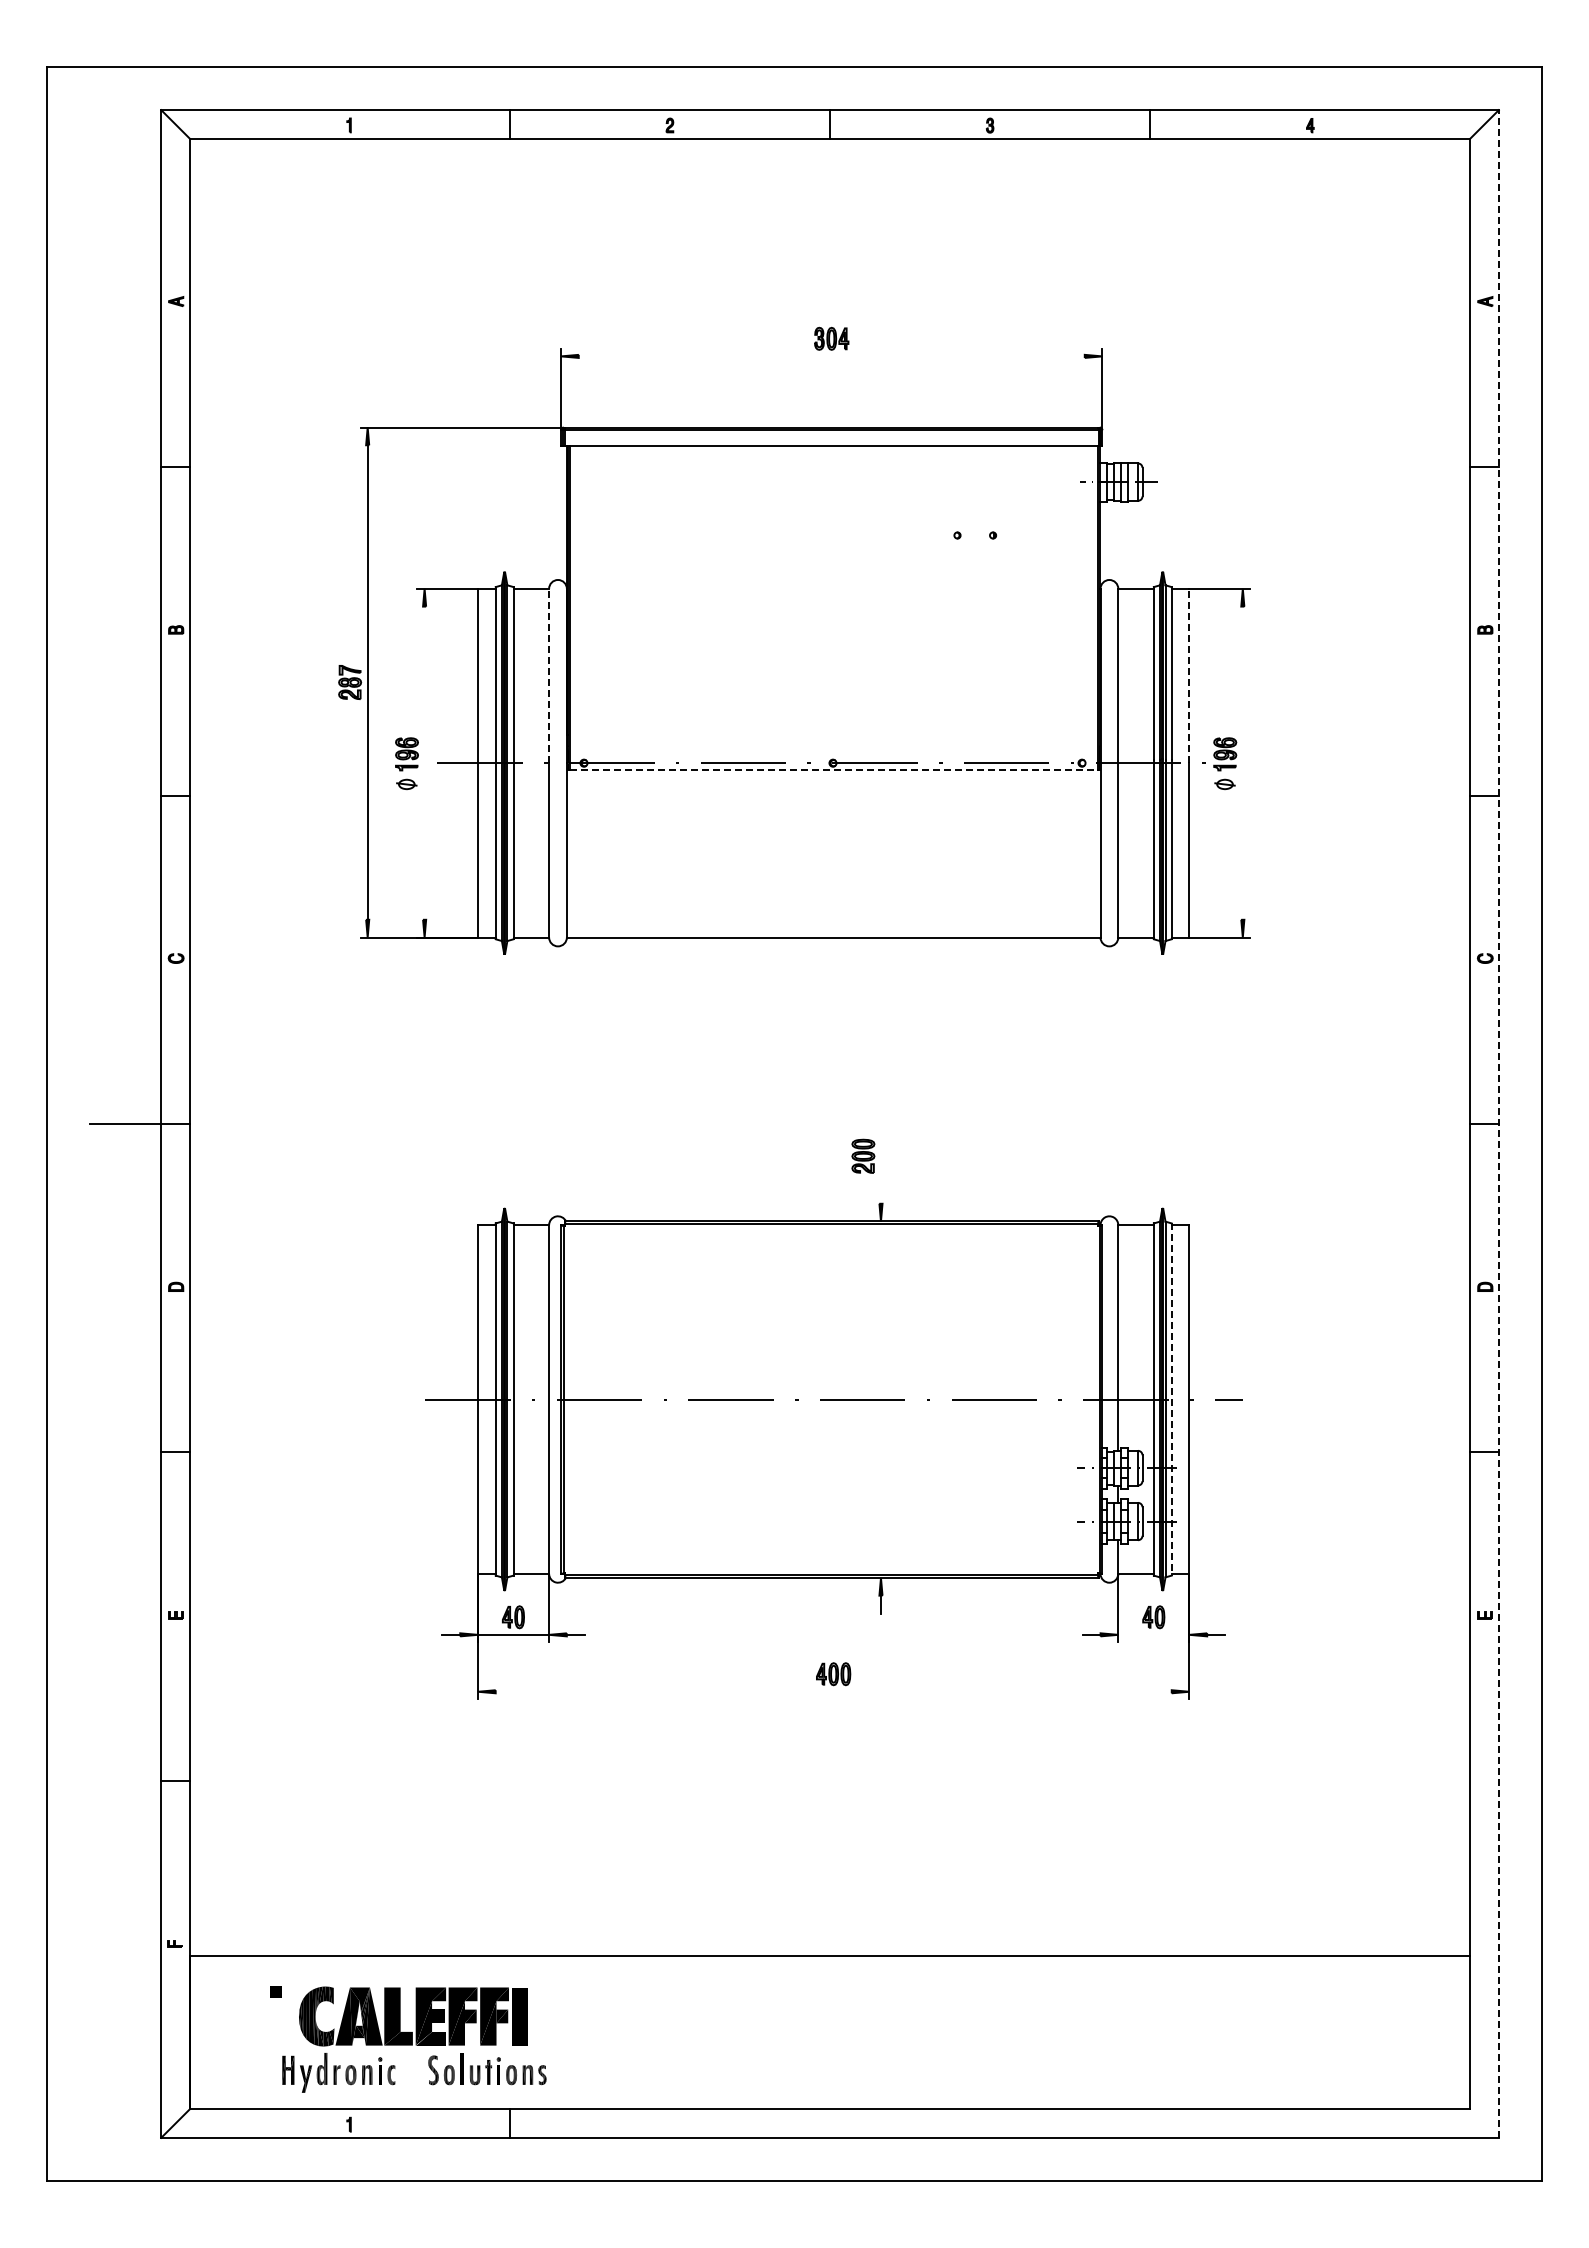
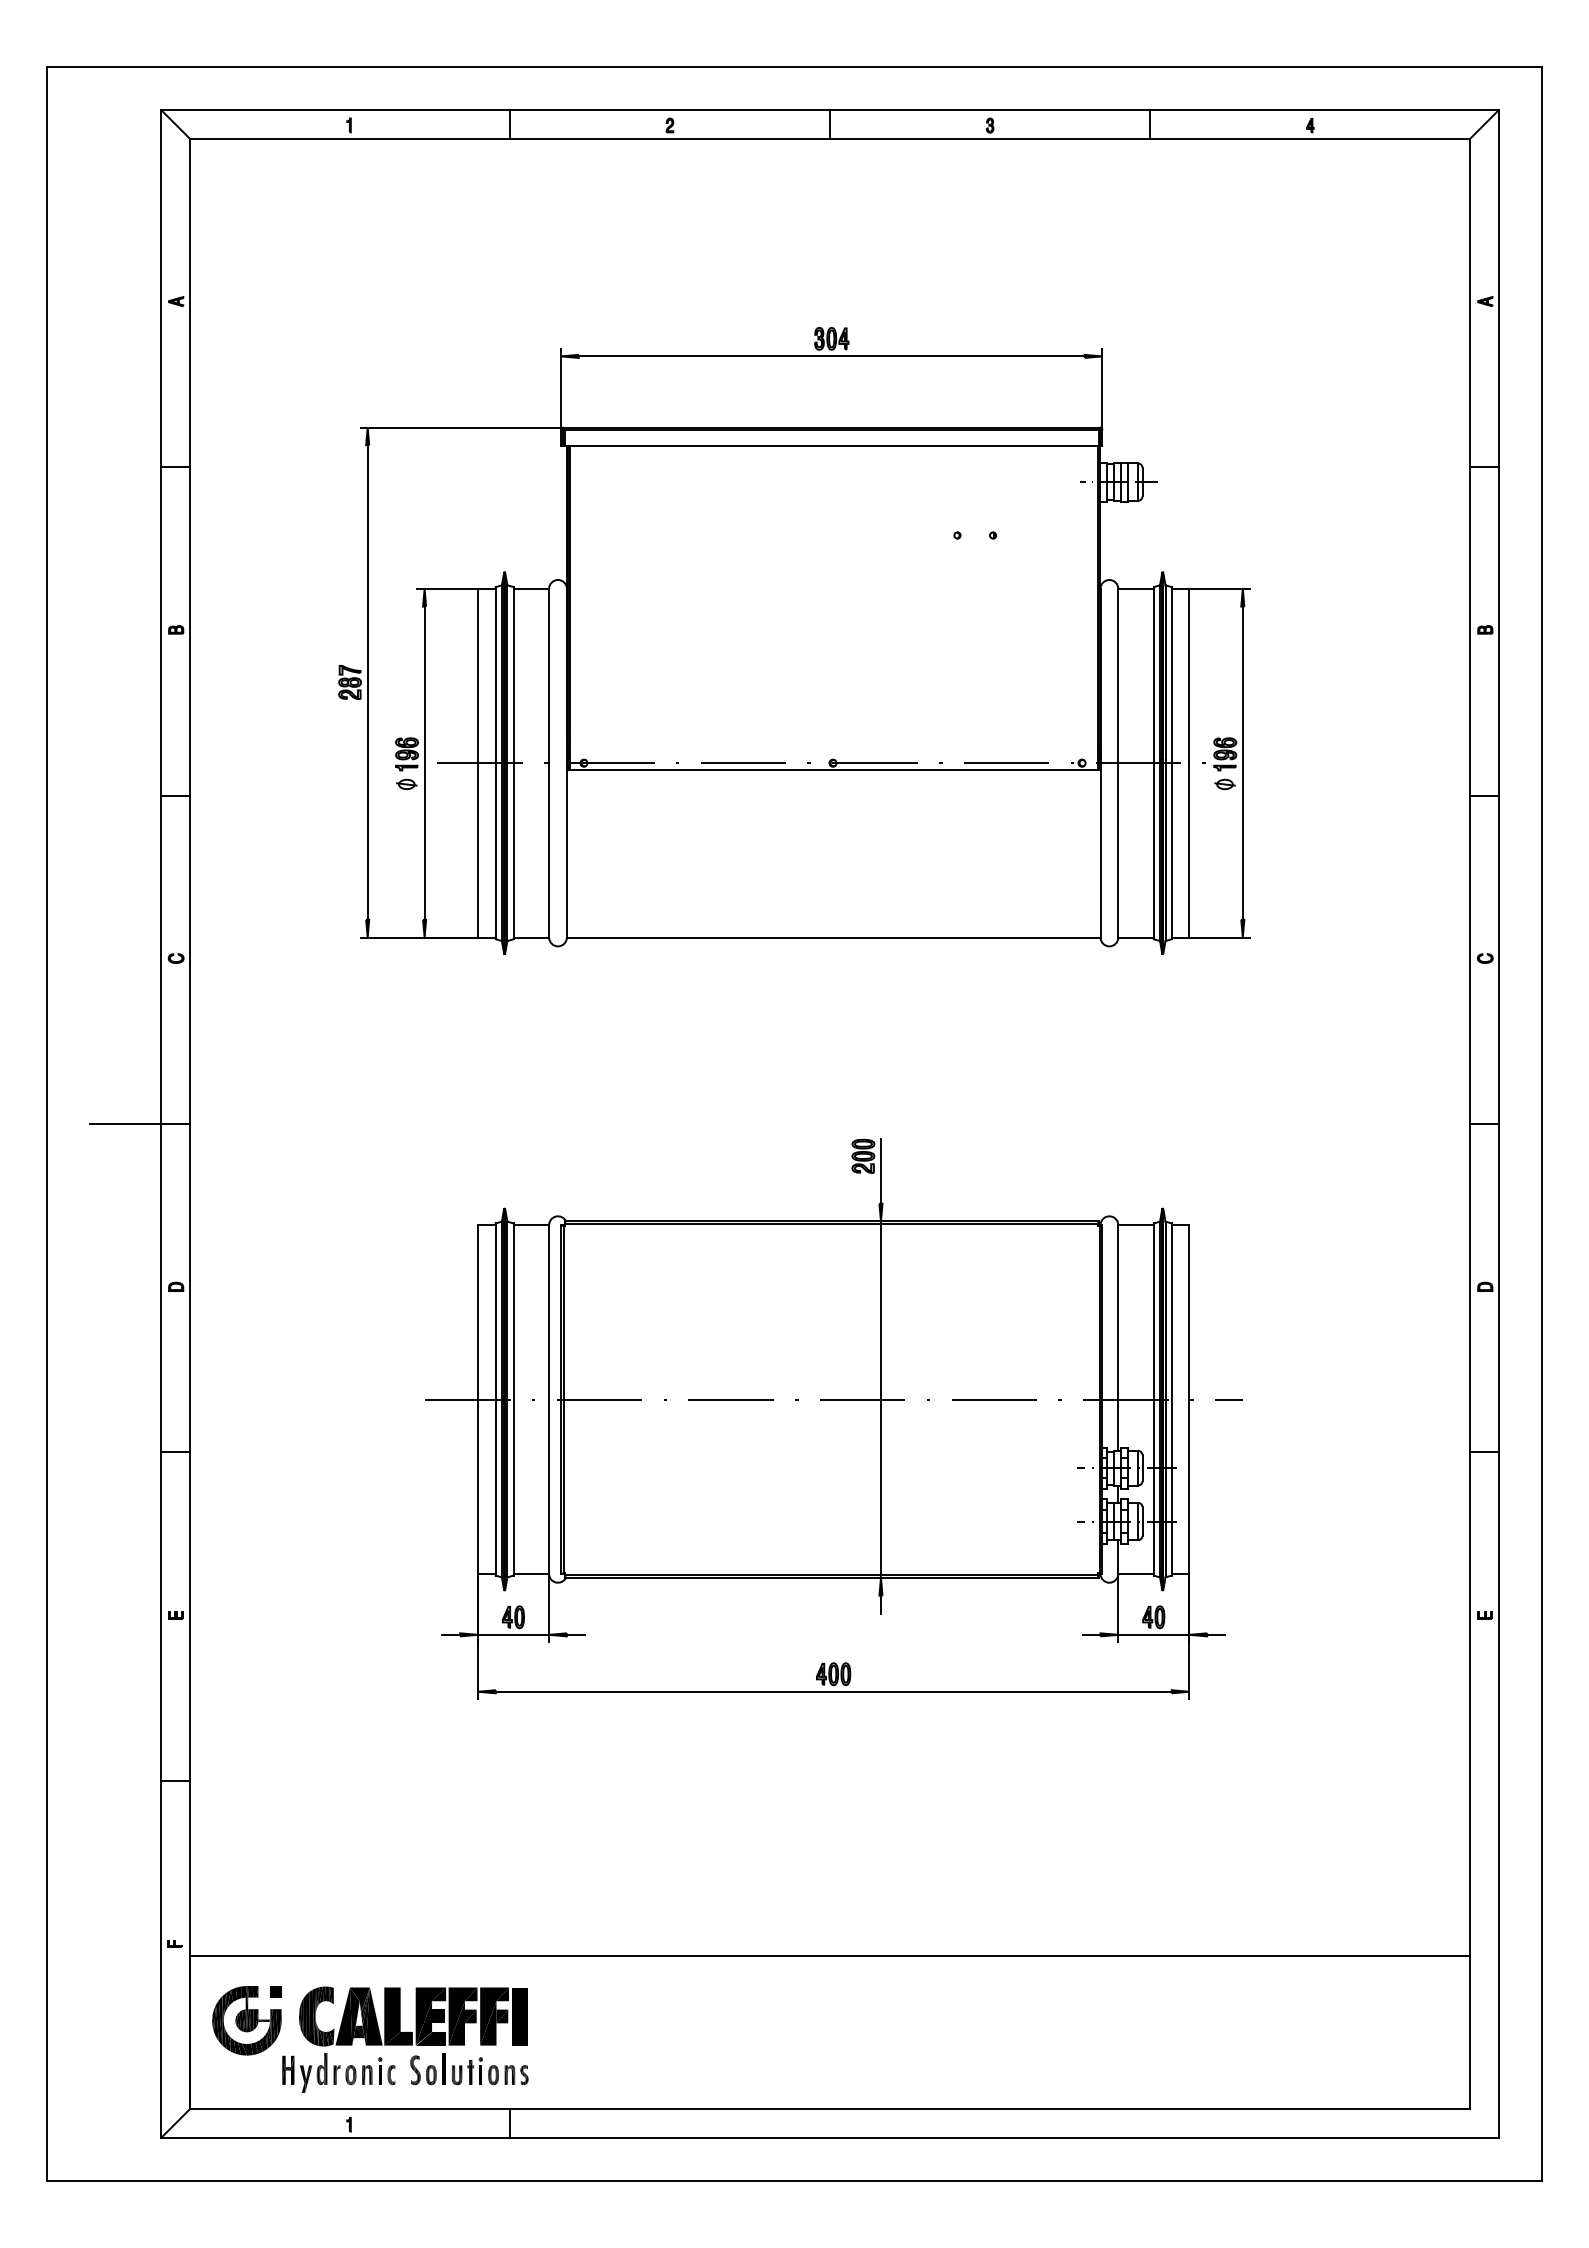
line at (831, 356): none -> present
line at (549, 675): dashed -> solid
line at (1189, 675): dashed -> solid
line at (424, 762): none -> present
line at (1242, 762): none -> present
line at (833, 770): dashed -> solid
line at (1498, 1123): dashed -> solid
line at (880, 1170): none -> present
line at (880, 1399): none -> present
line at (1171, 1400): dashed -> solid
line at (1153, 1634): none -> present
line at (833, 1691): none -> present
part at (246, 2020): none -> present
part at (487, 2069) position: (487, 2069) -> (469, 2069)
